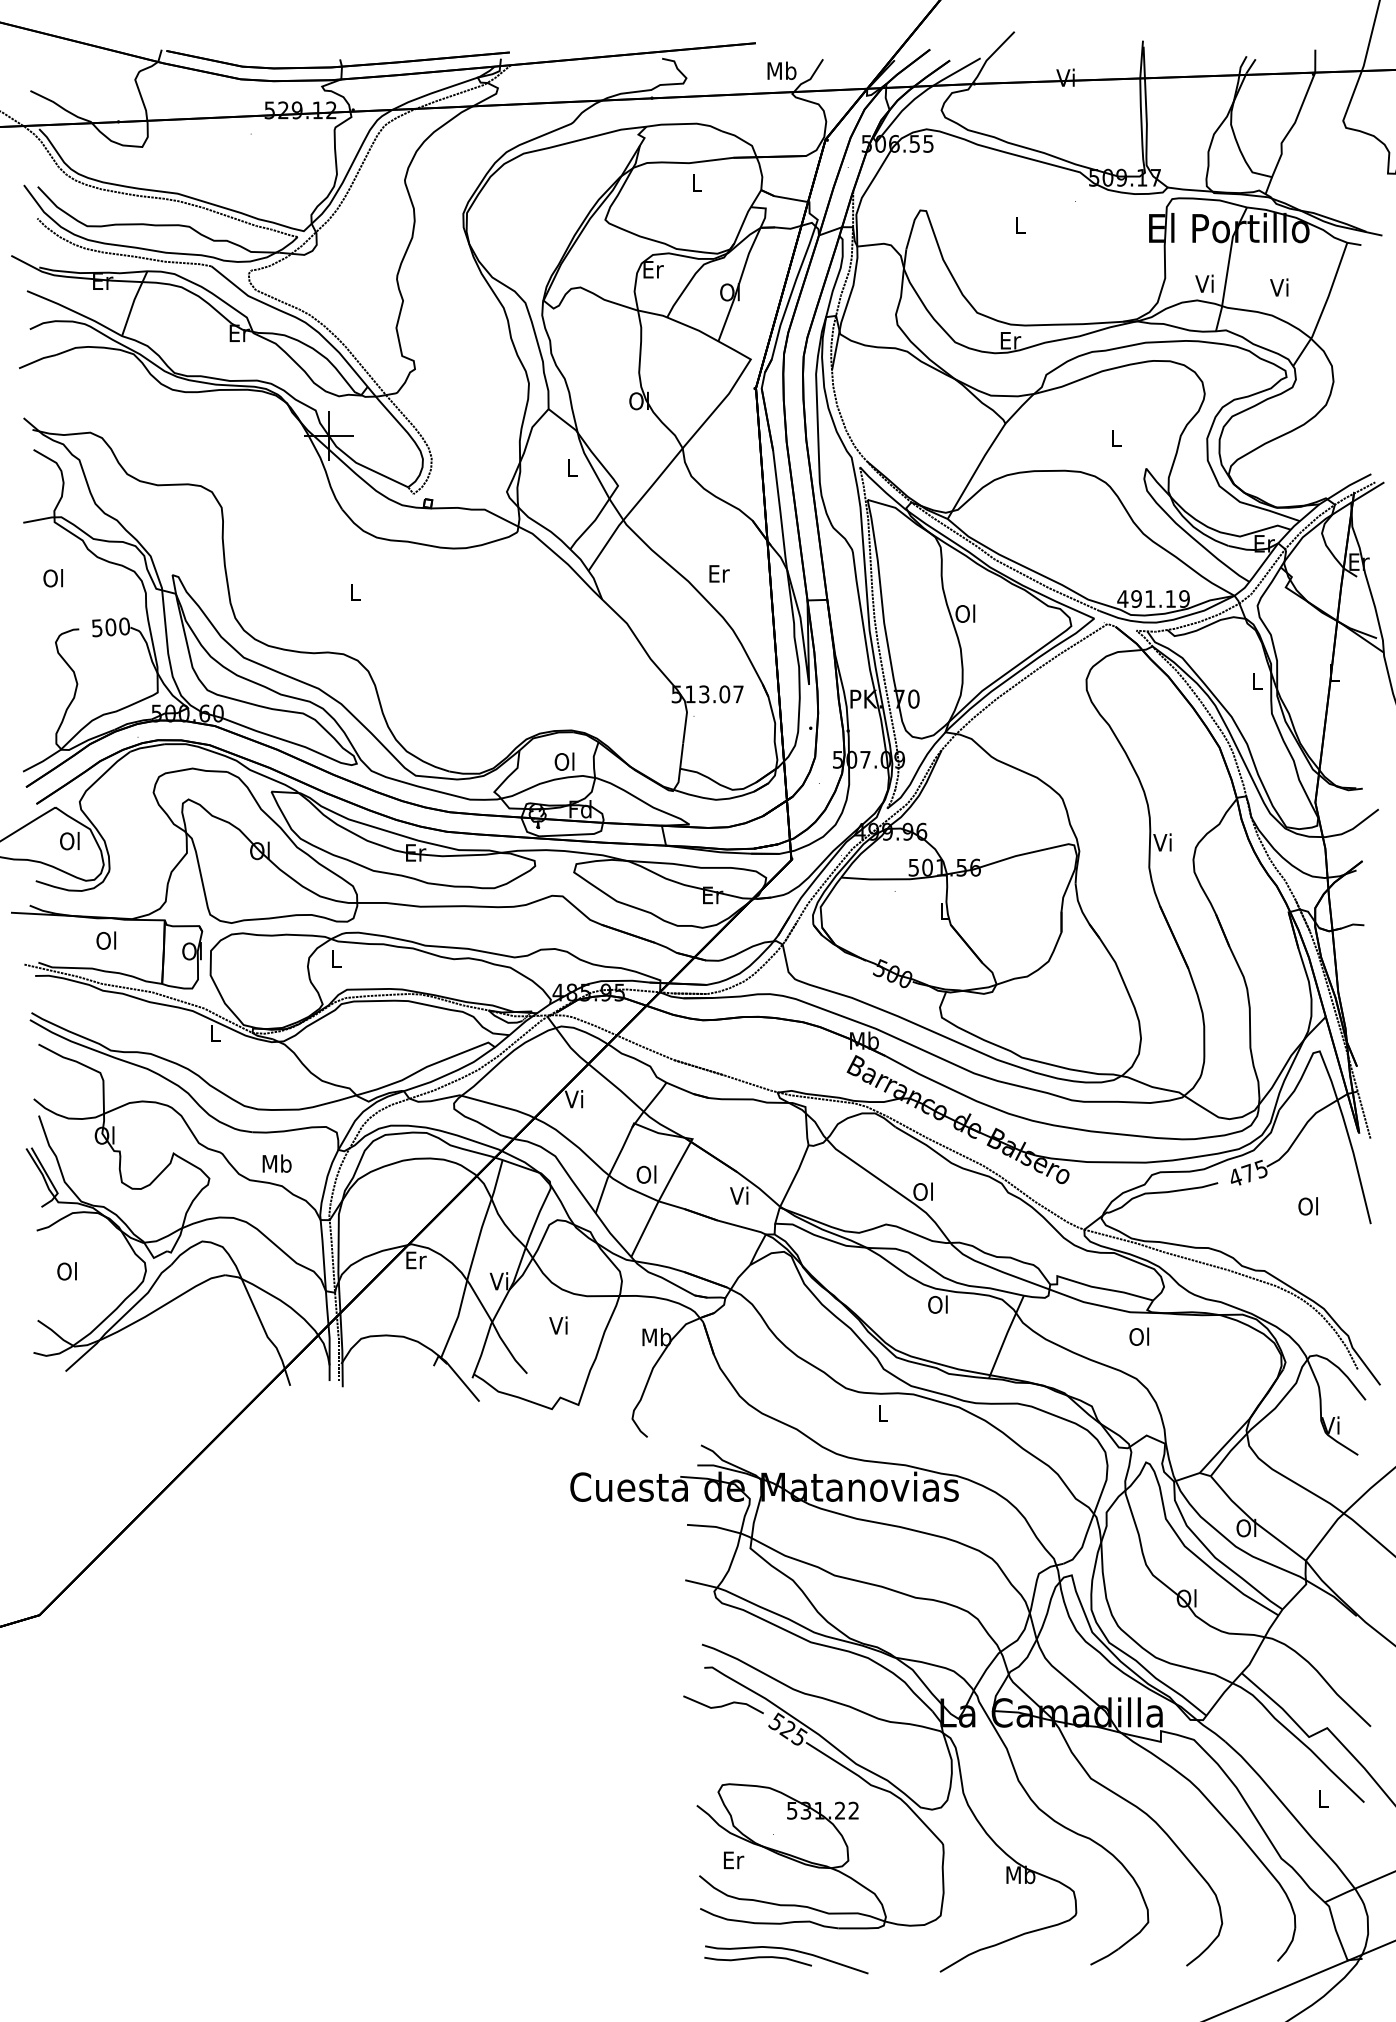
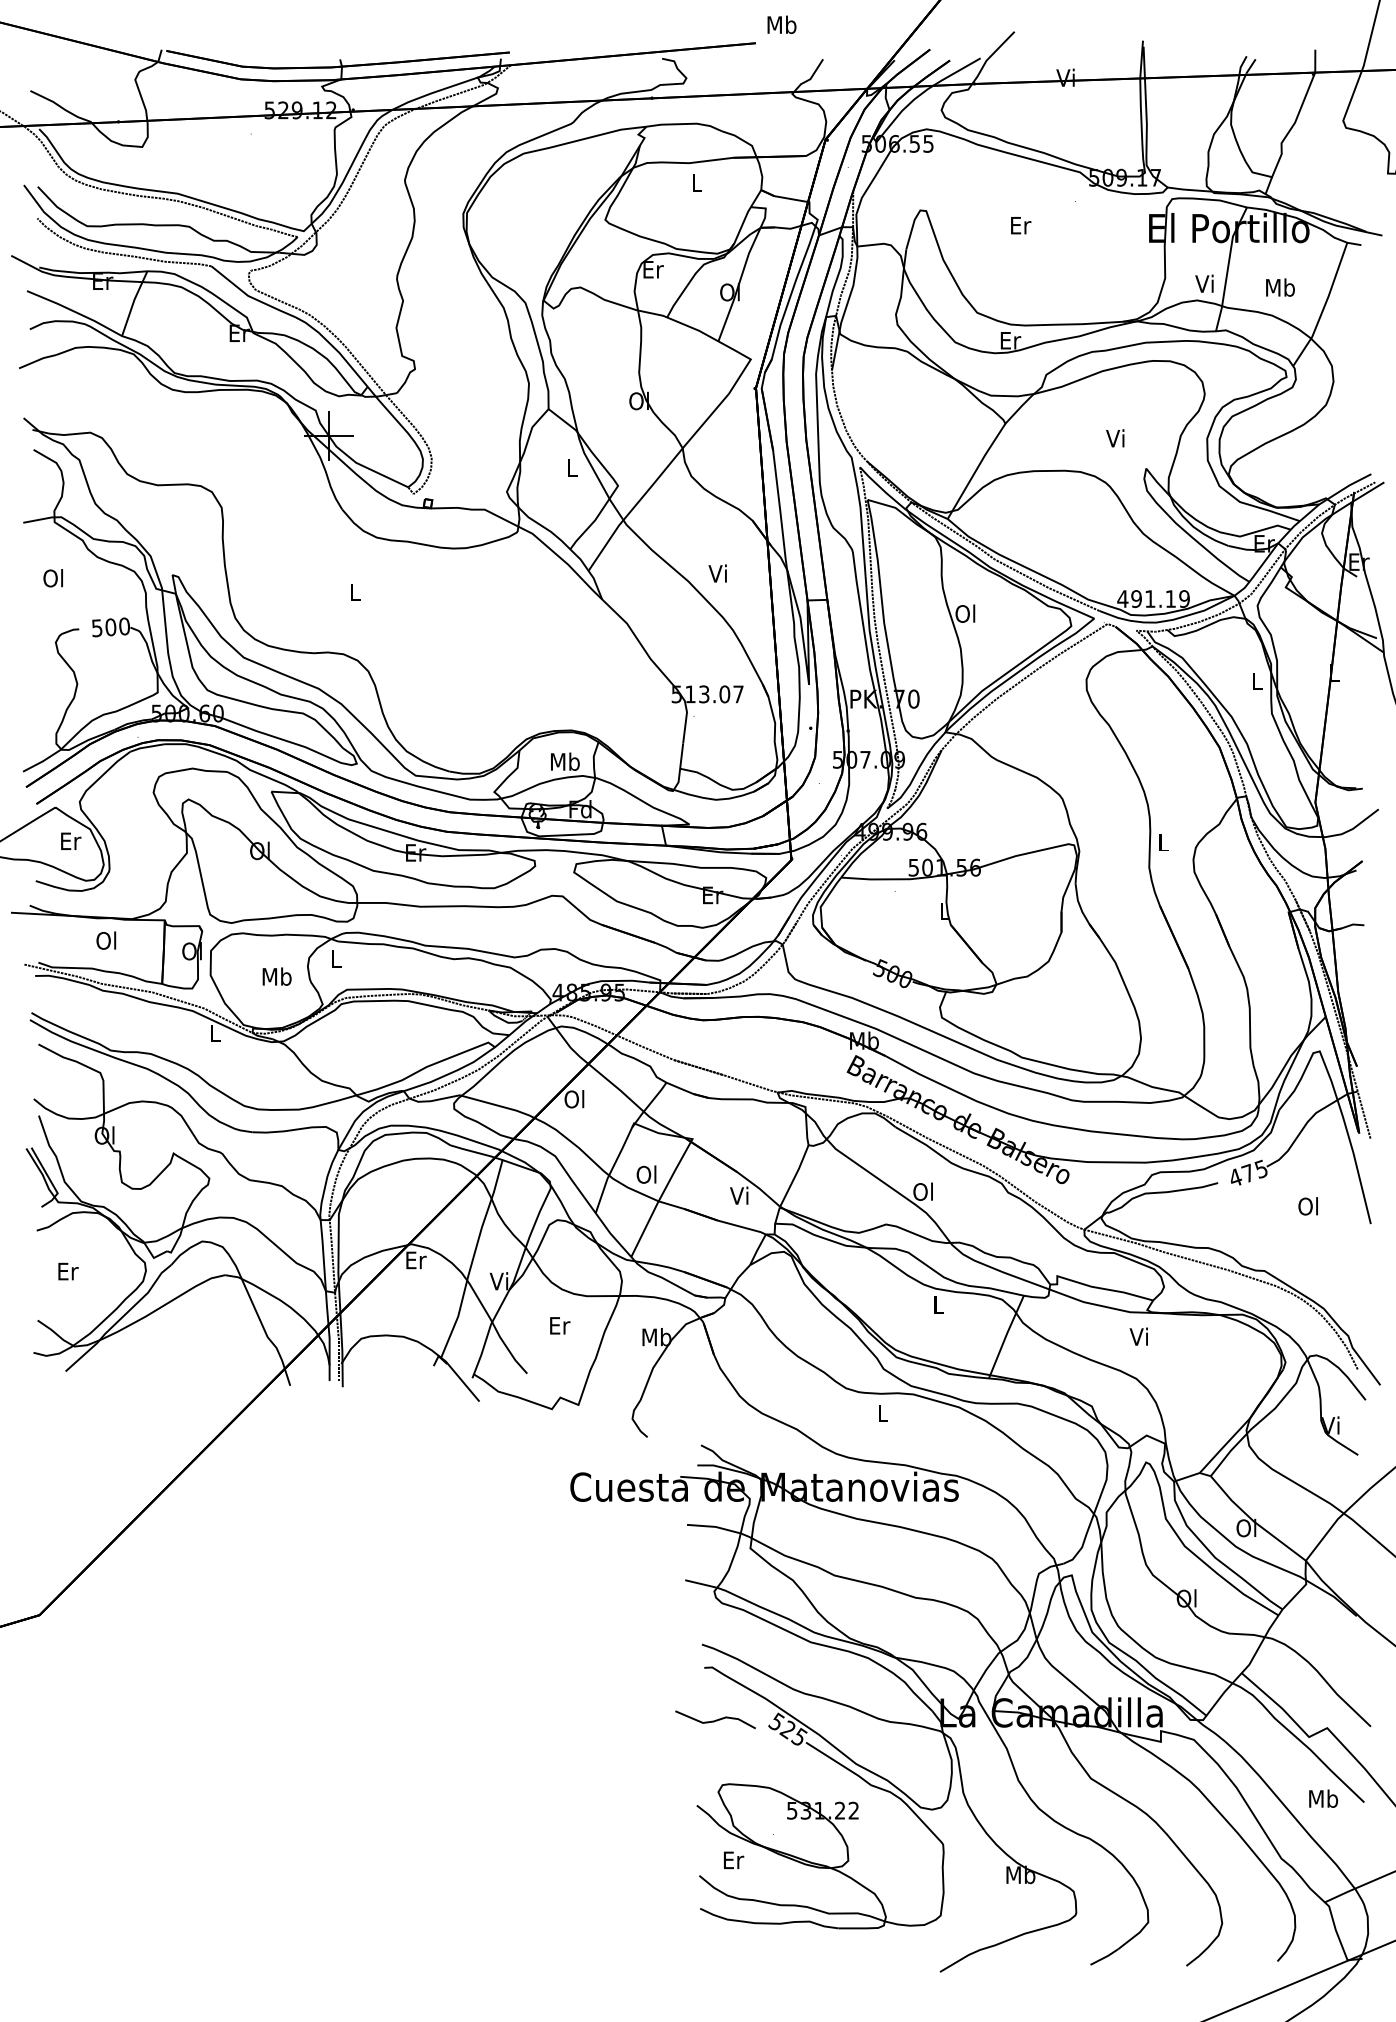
text at (781, 70) position: (781, 70) -> (781, 24)
text at (1021, 225): L -> Er
text at (1280, 287): Vi -> Mb
text at (1115, 438): L -> Vi
text at (718, 573): Er -> Vi
text at (565, 761): Ol -> Mb
text at (70, 841): Ol -> Er
text at (1162, 842): Vi -> L
text at (574, 1099): Vi -> Ol
text at (276, 1163) position: (276, 1163) -> (276, 976)
text at (67, 1271): Ol -> Er
text at (937, 1304): Ol -> L
text at (559, 1325): Vi -> Er
text at (1139, 1336): Ol -> Vi
curve at (724, 1704) position: (724, 1704) -> (716, 1719)
text at (1323, 1798): L -> Mb
part at (786, 1959): present -> none
